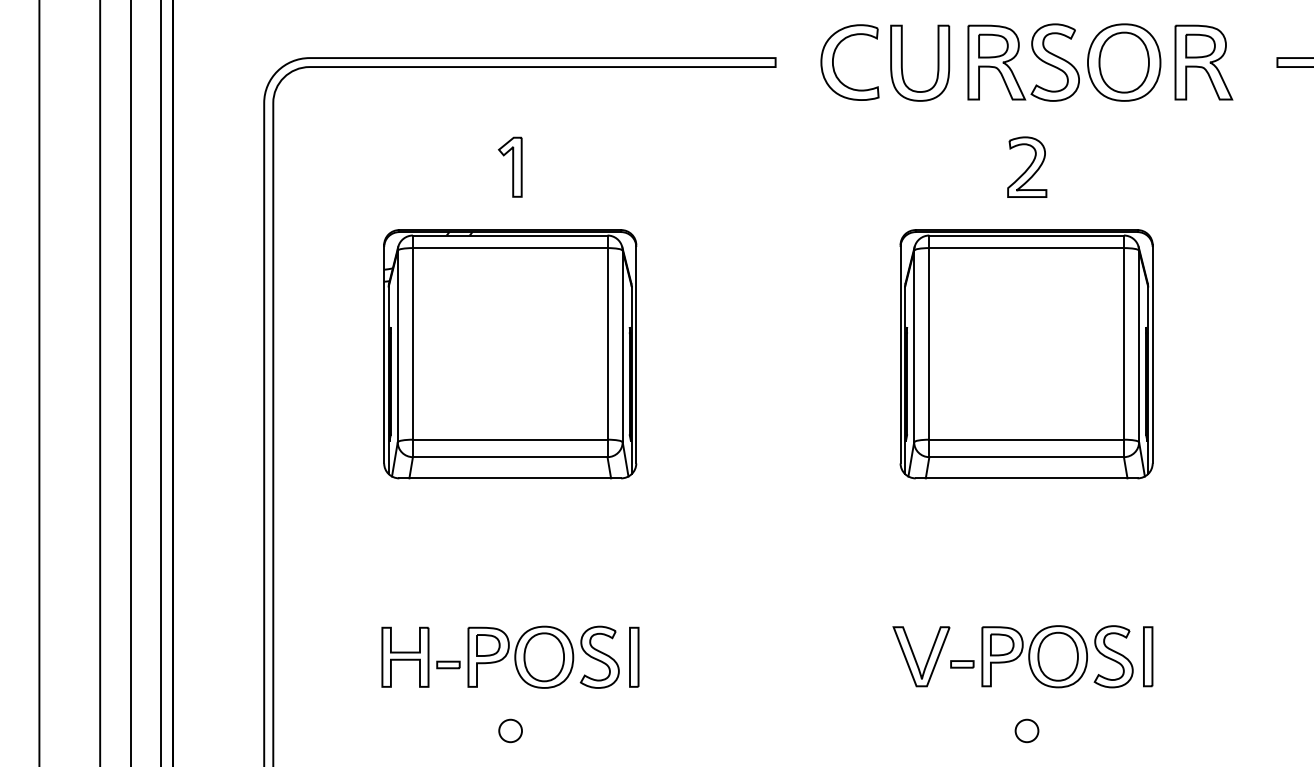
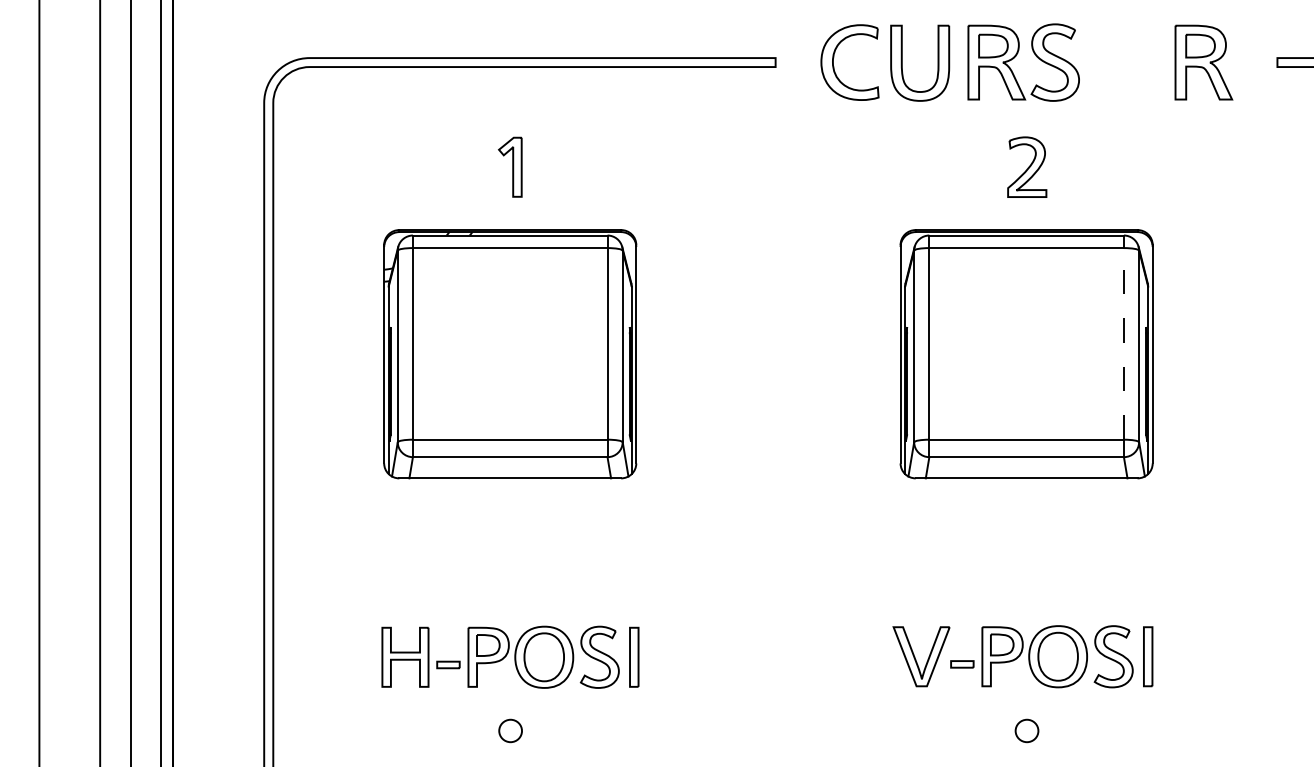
part at (1124, 62): present -> none
line at (1123, 343): solid -> dashed
